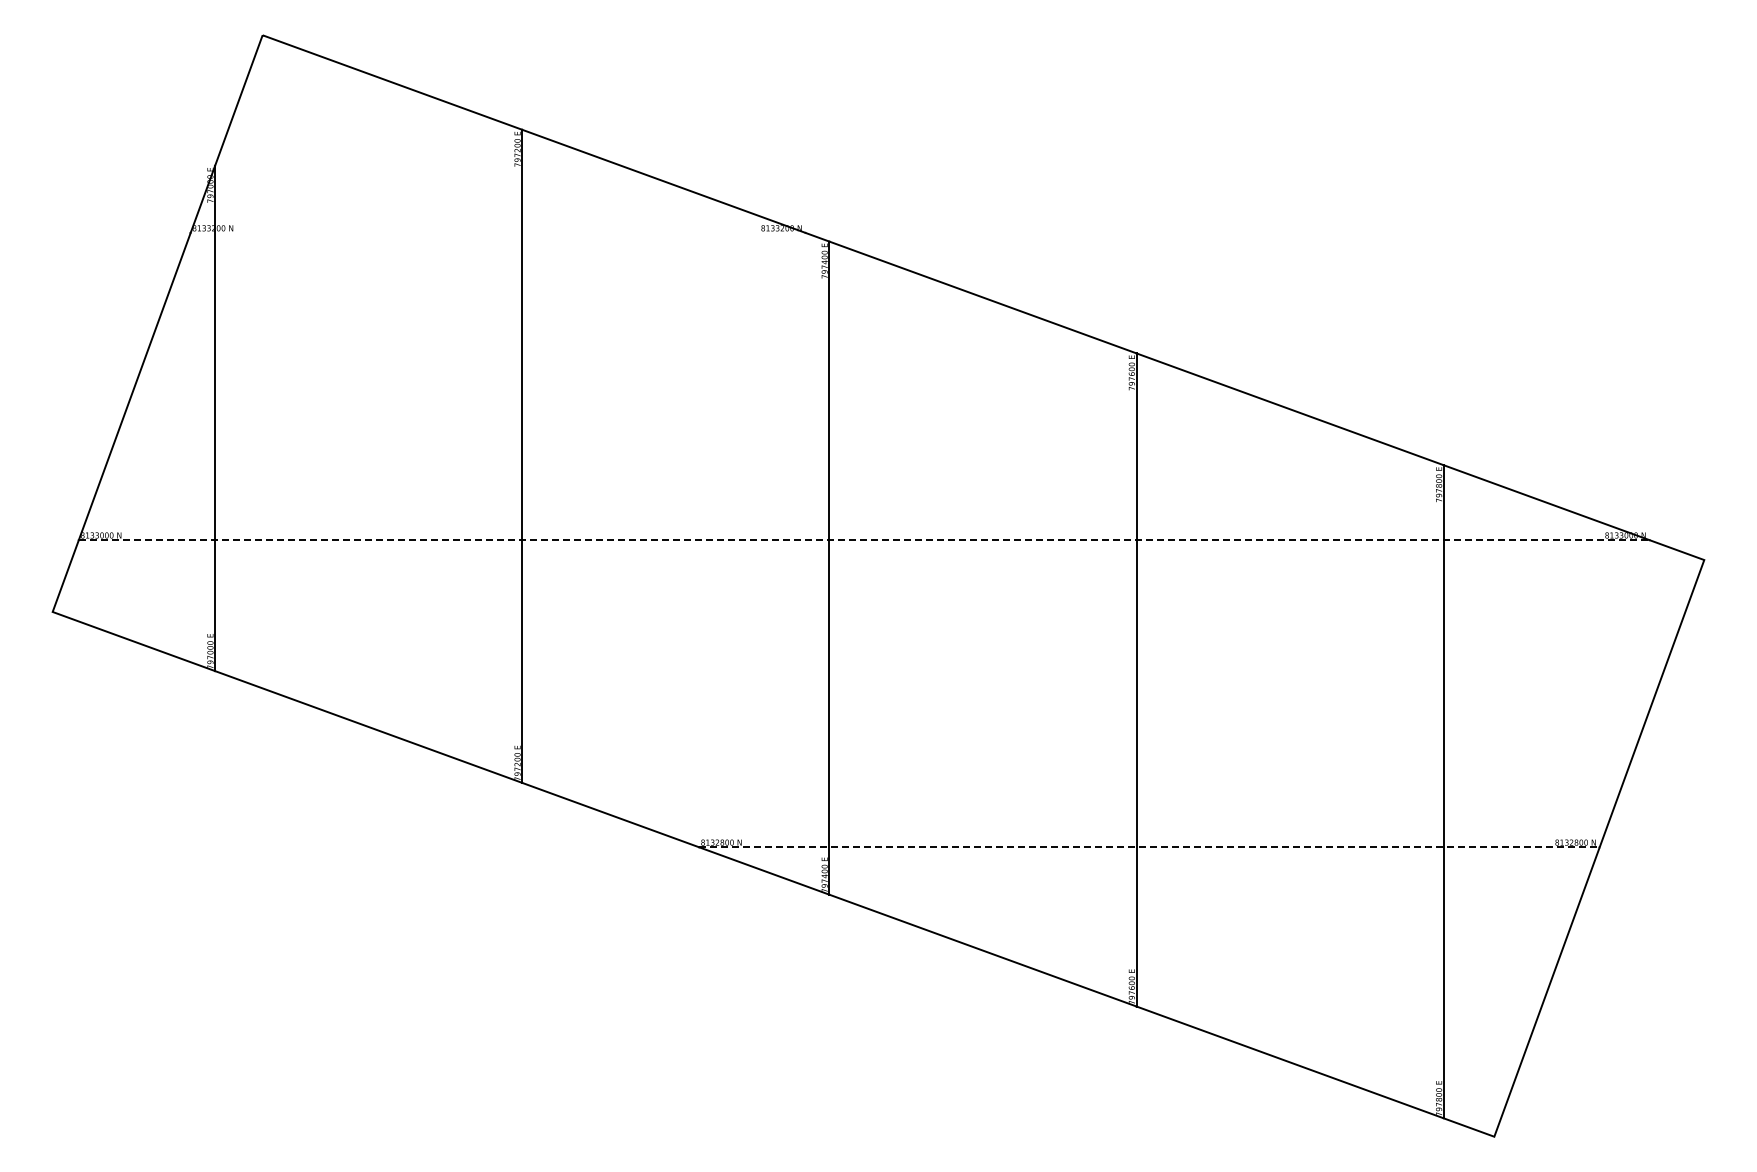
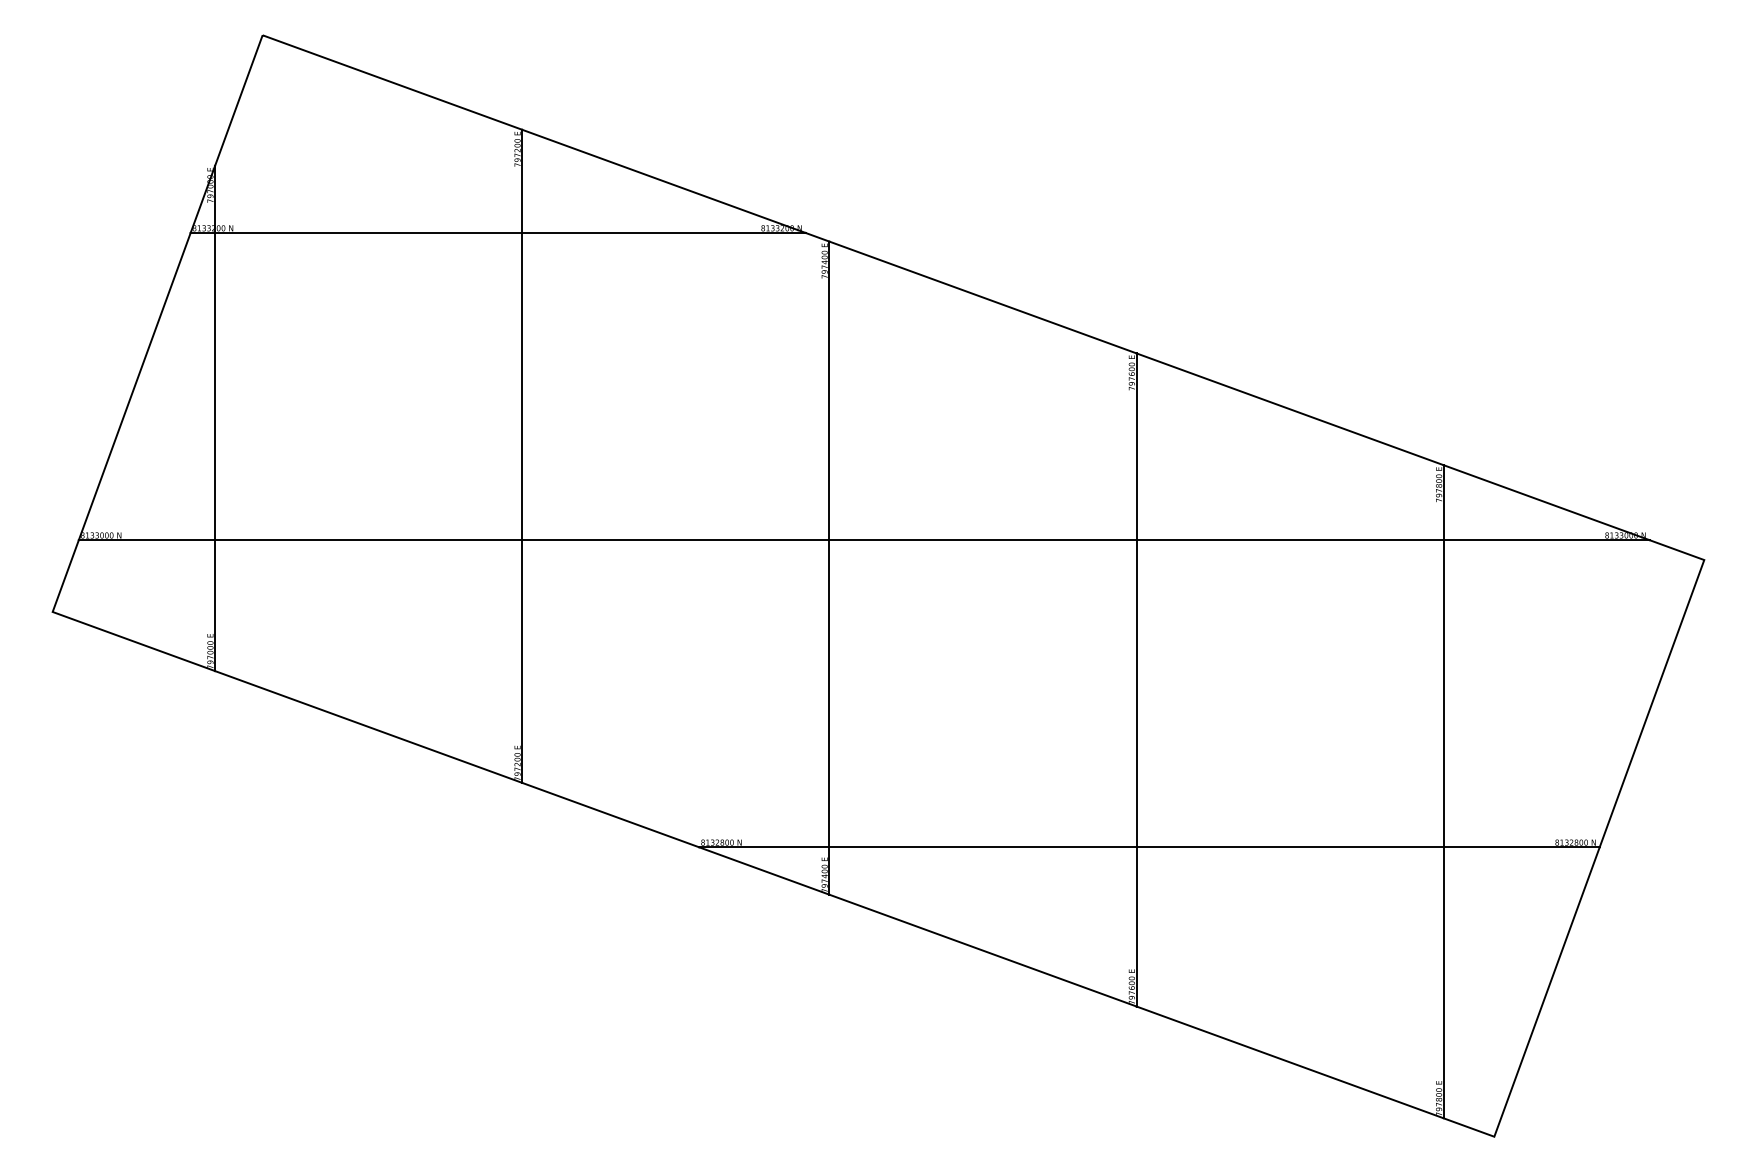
line at (497, 232): none -> present
line at (864, 540): dashed -> solid
line at (1149, 847): dashed -> solid
